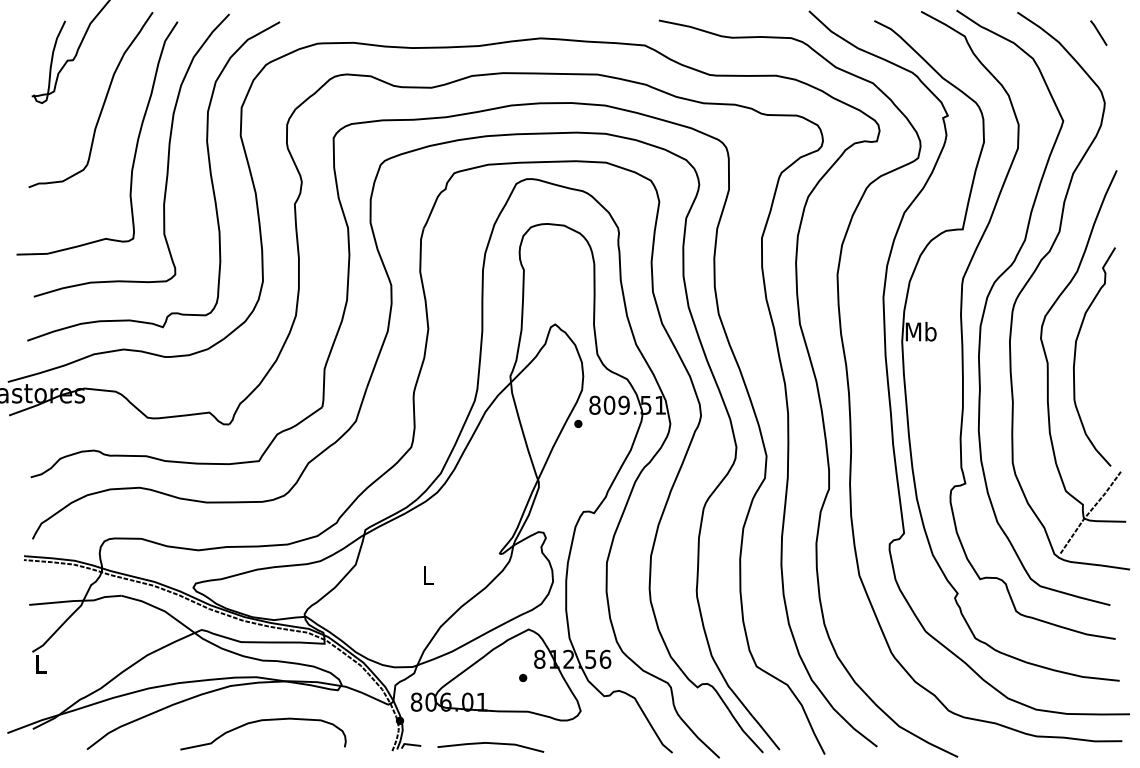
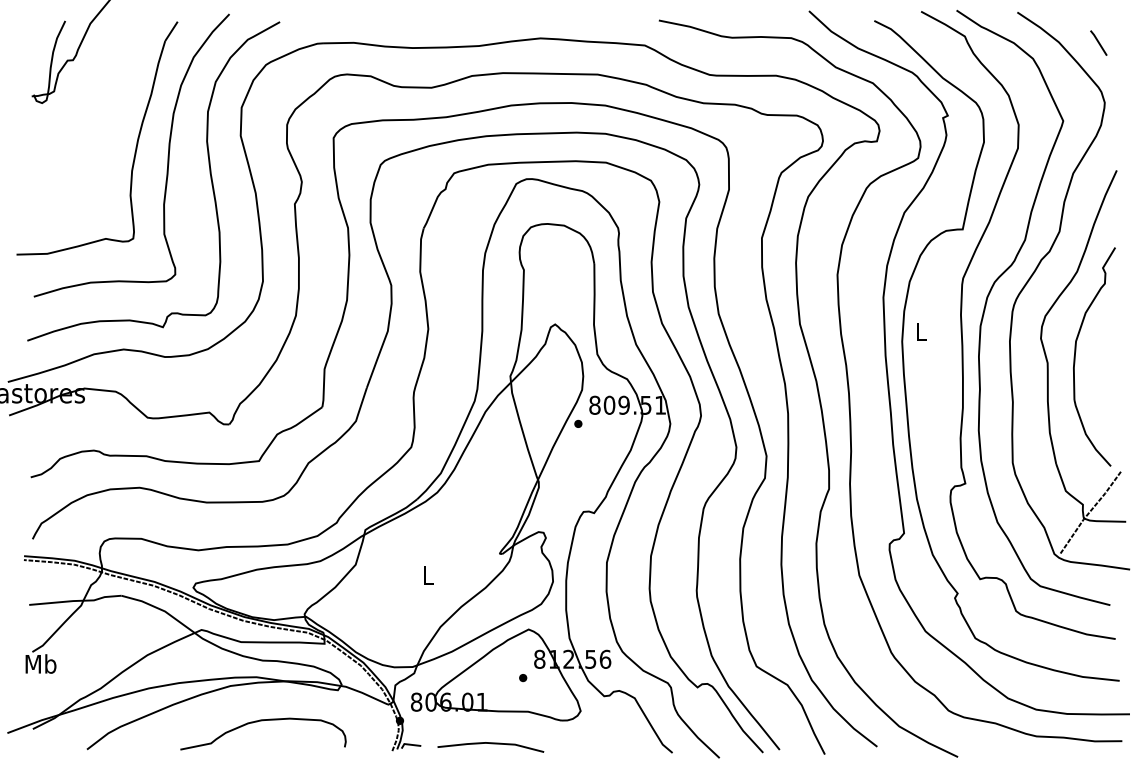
line at (1098, 32) position: (1098, 32) -> (1098, 42)
curve at (102, 104): present -> none
text at (920, 331): Mb -> L
text at (40, 663): L -> Mb
